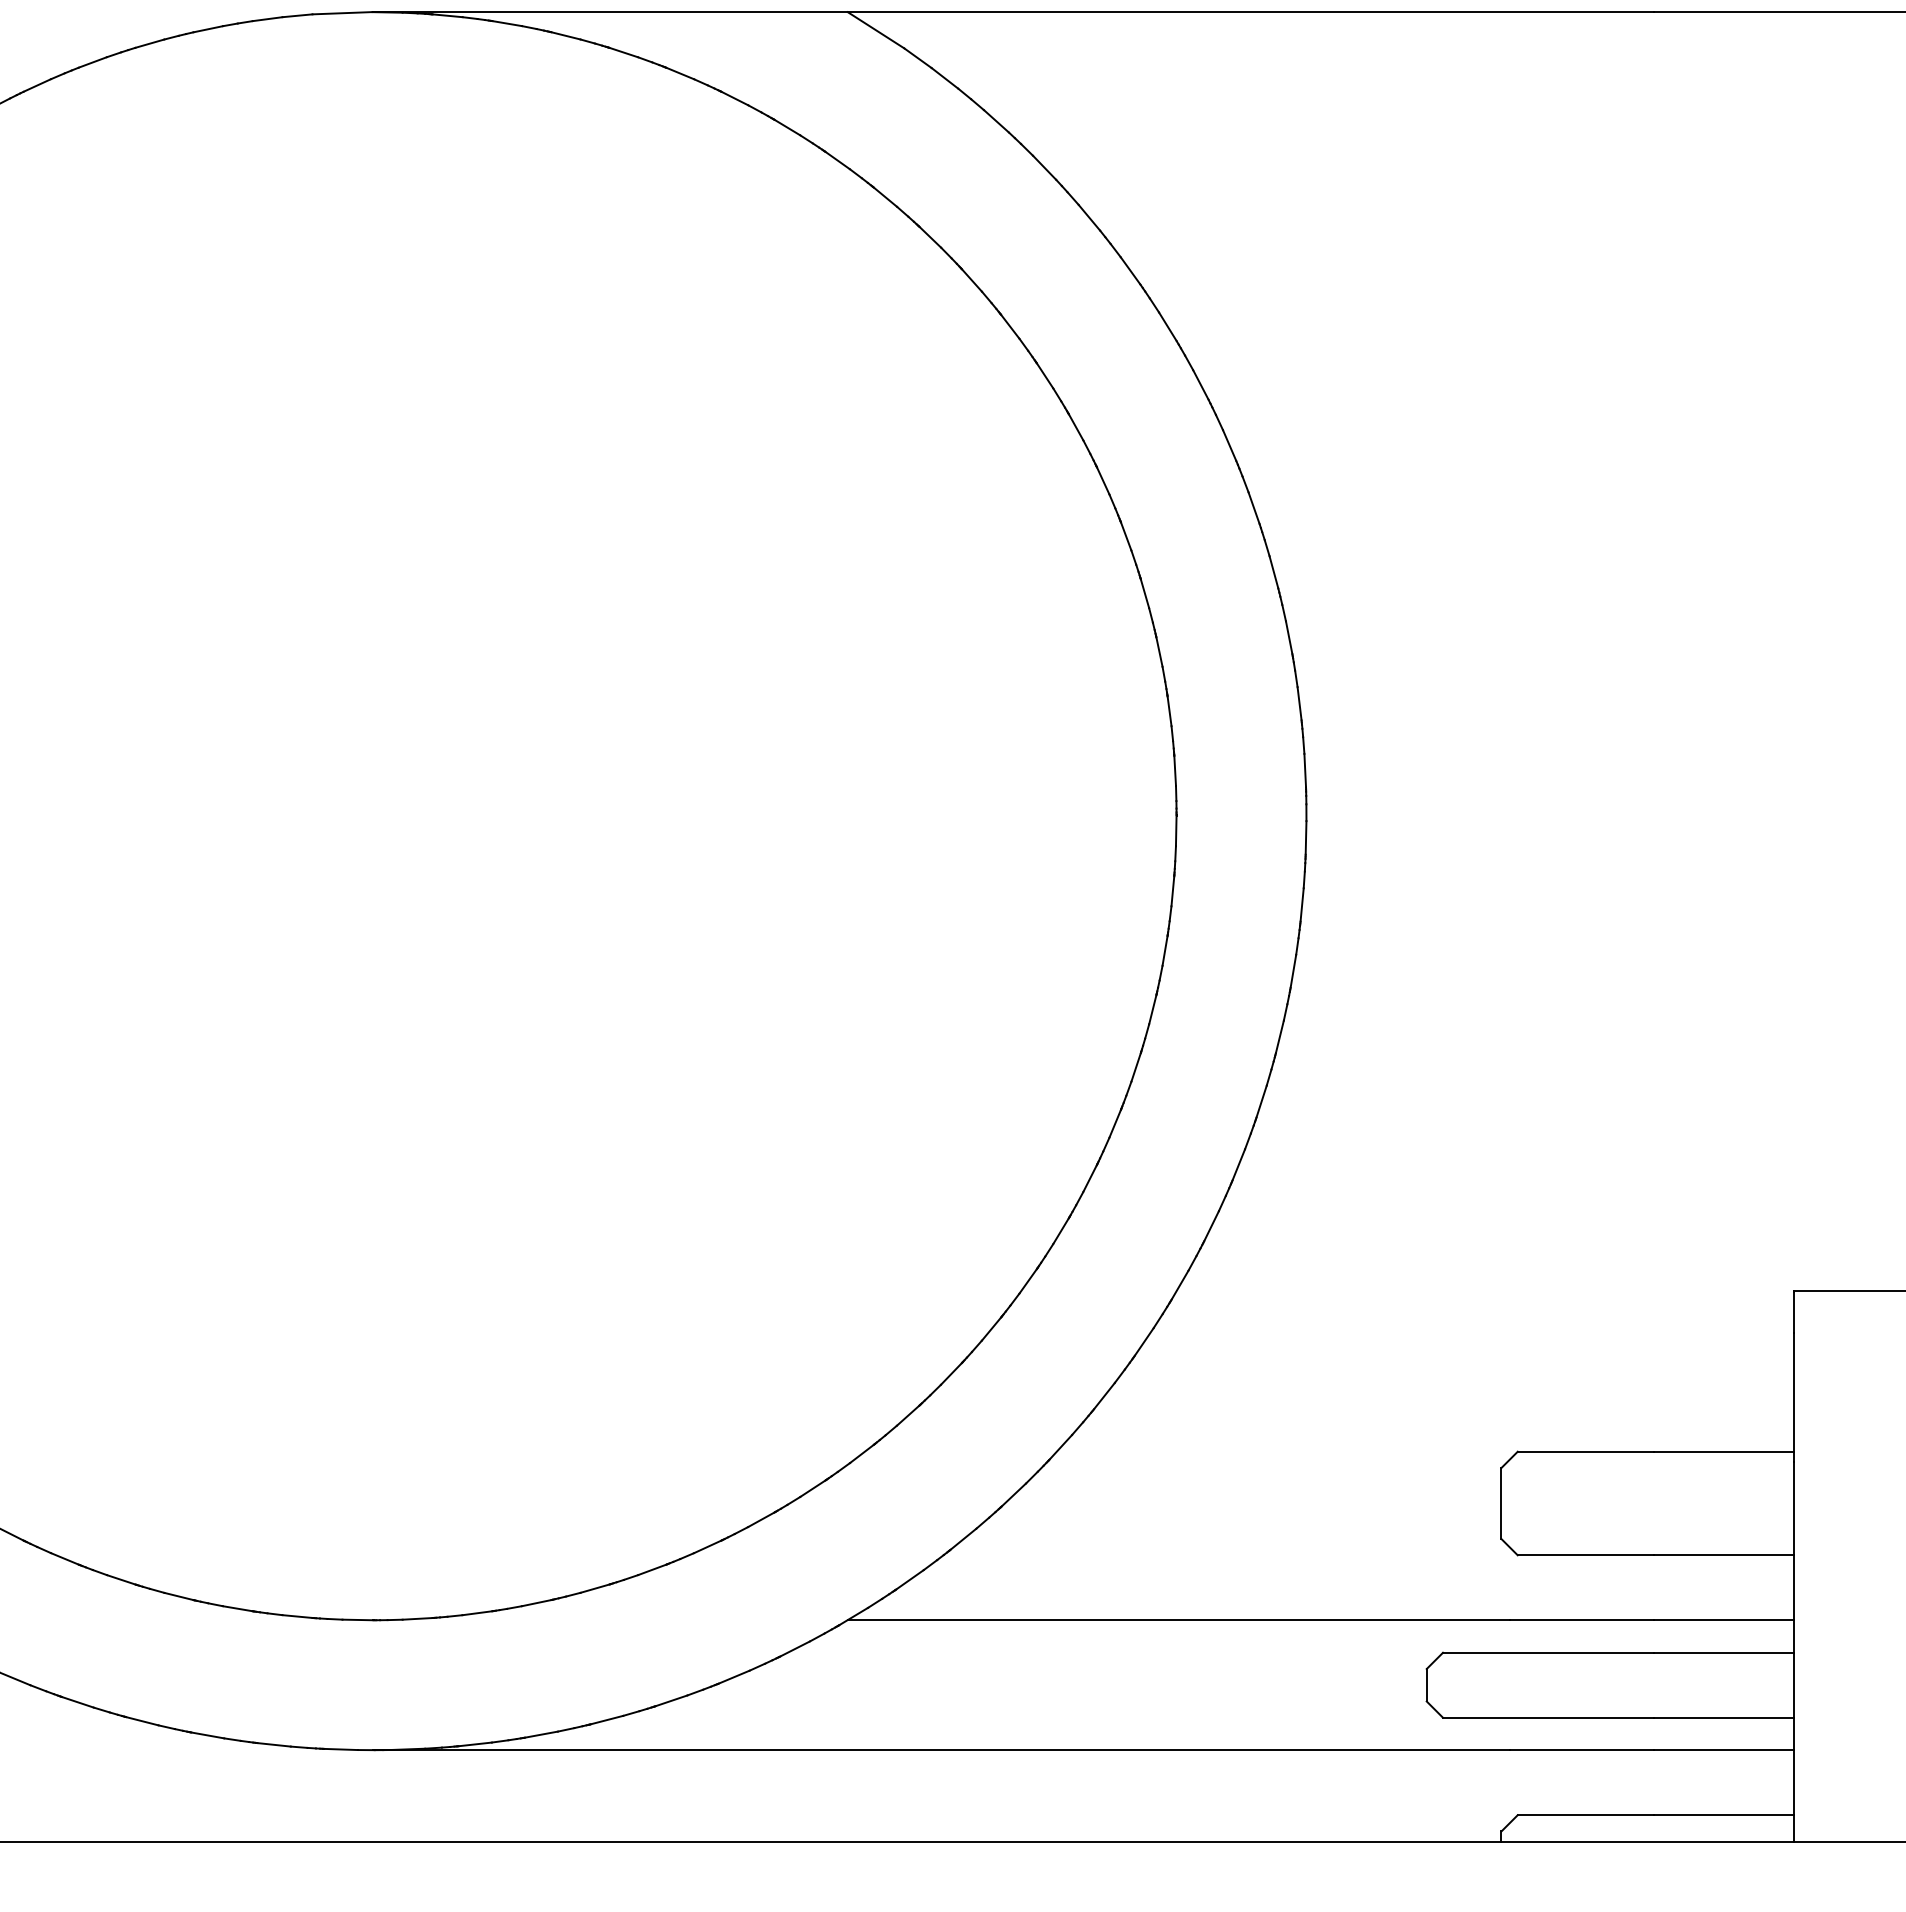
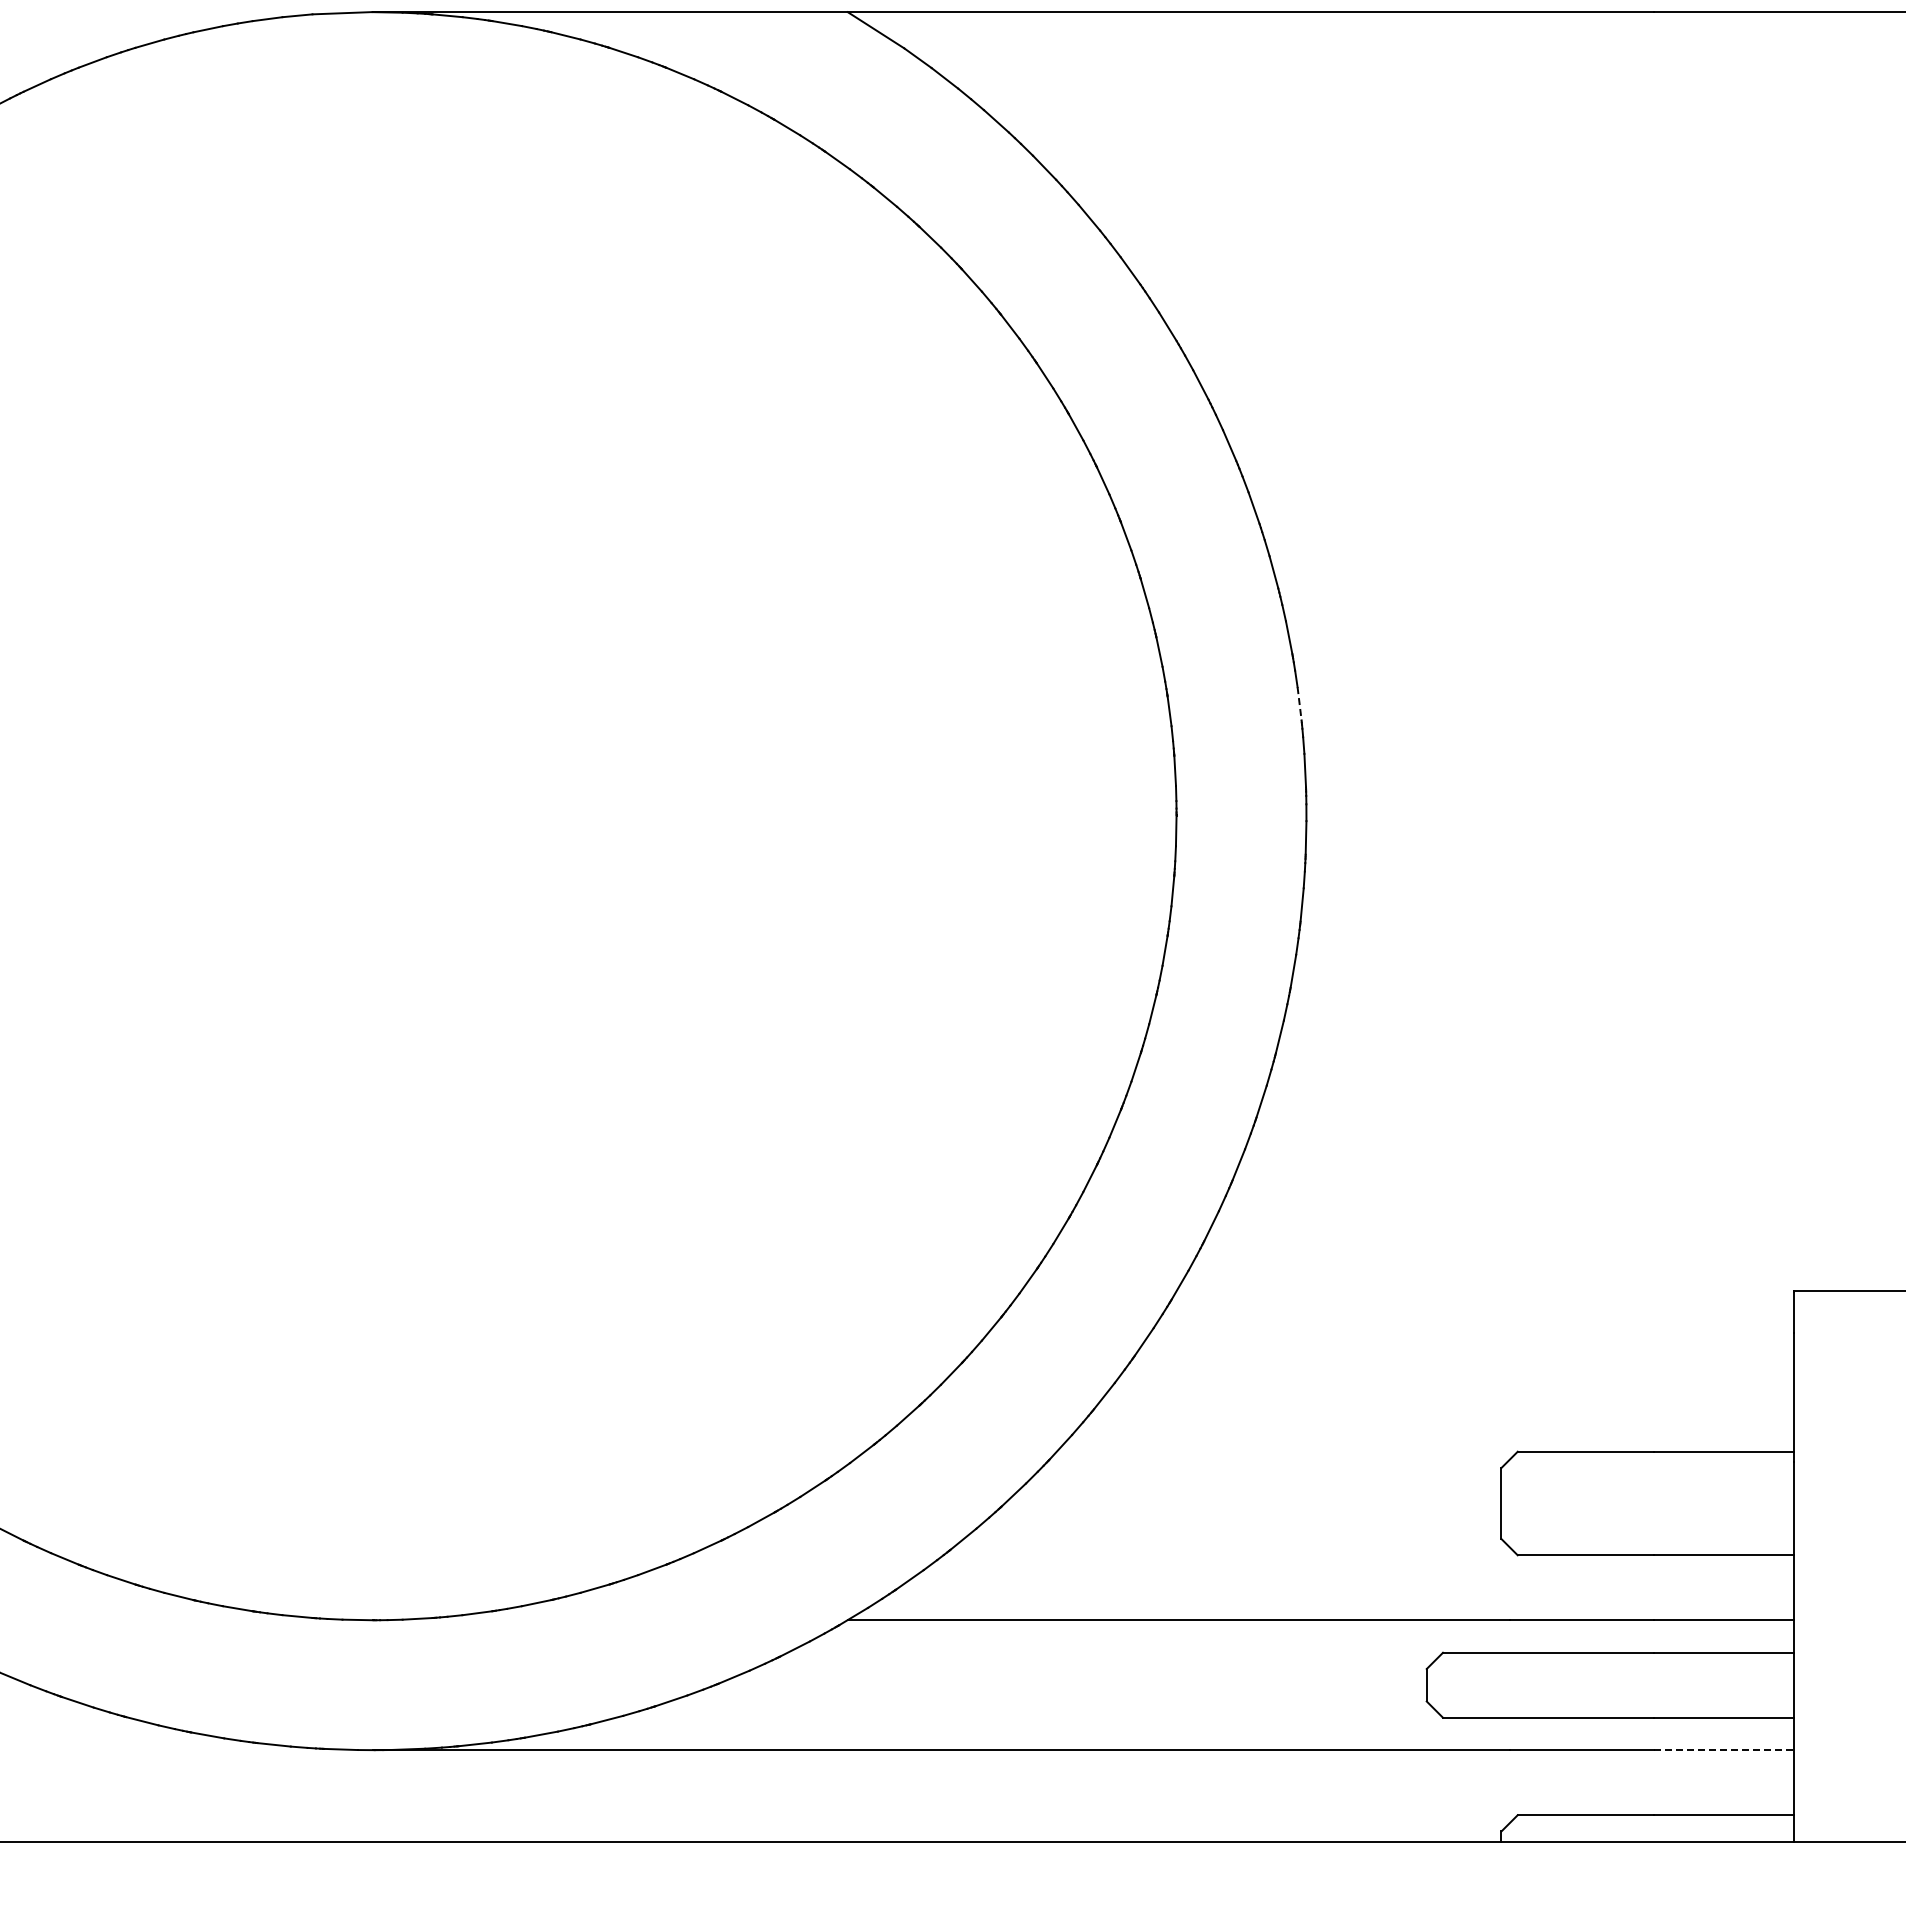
line at (1299, 703): solid -> dashed
line at (1724, 1750): solid -> dashed
